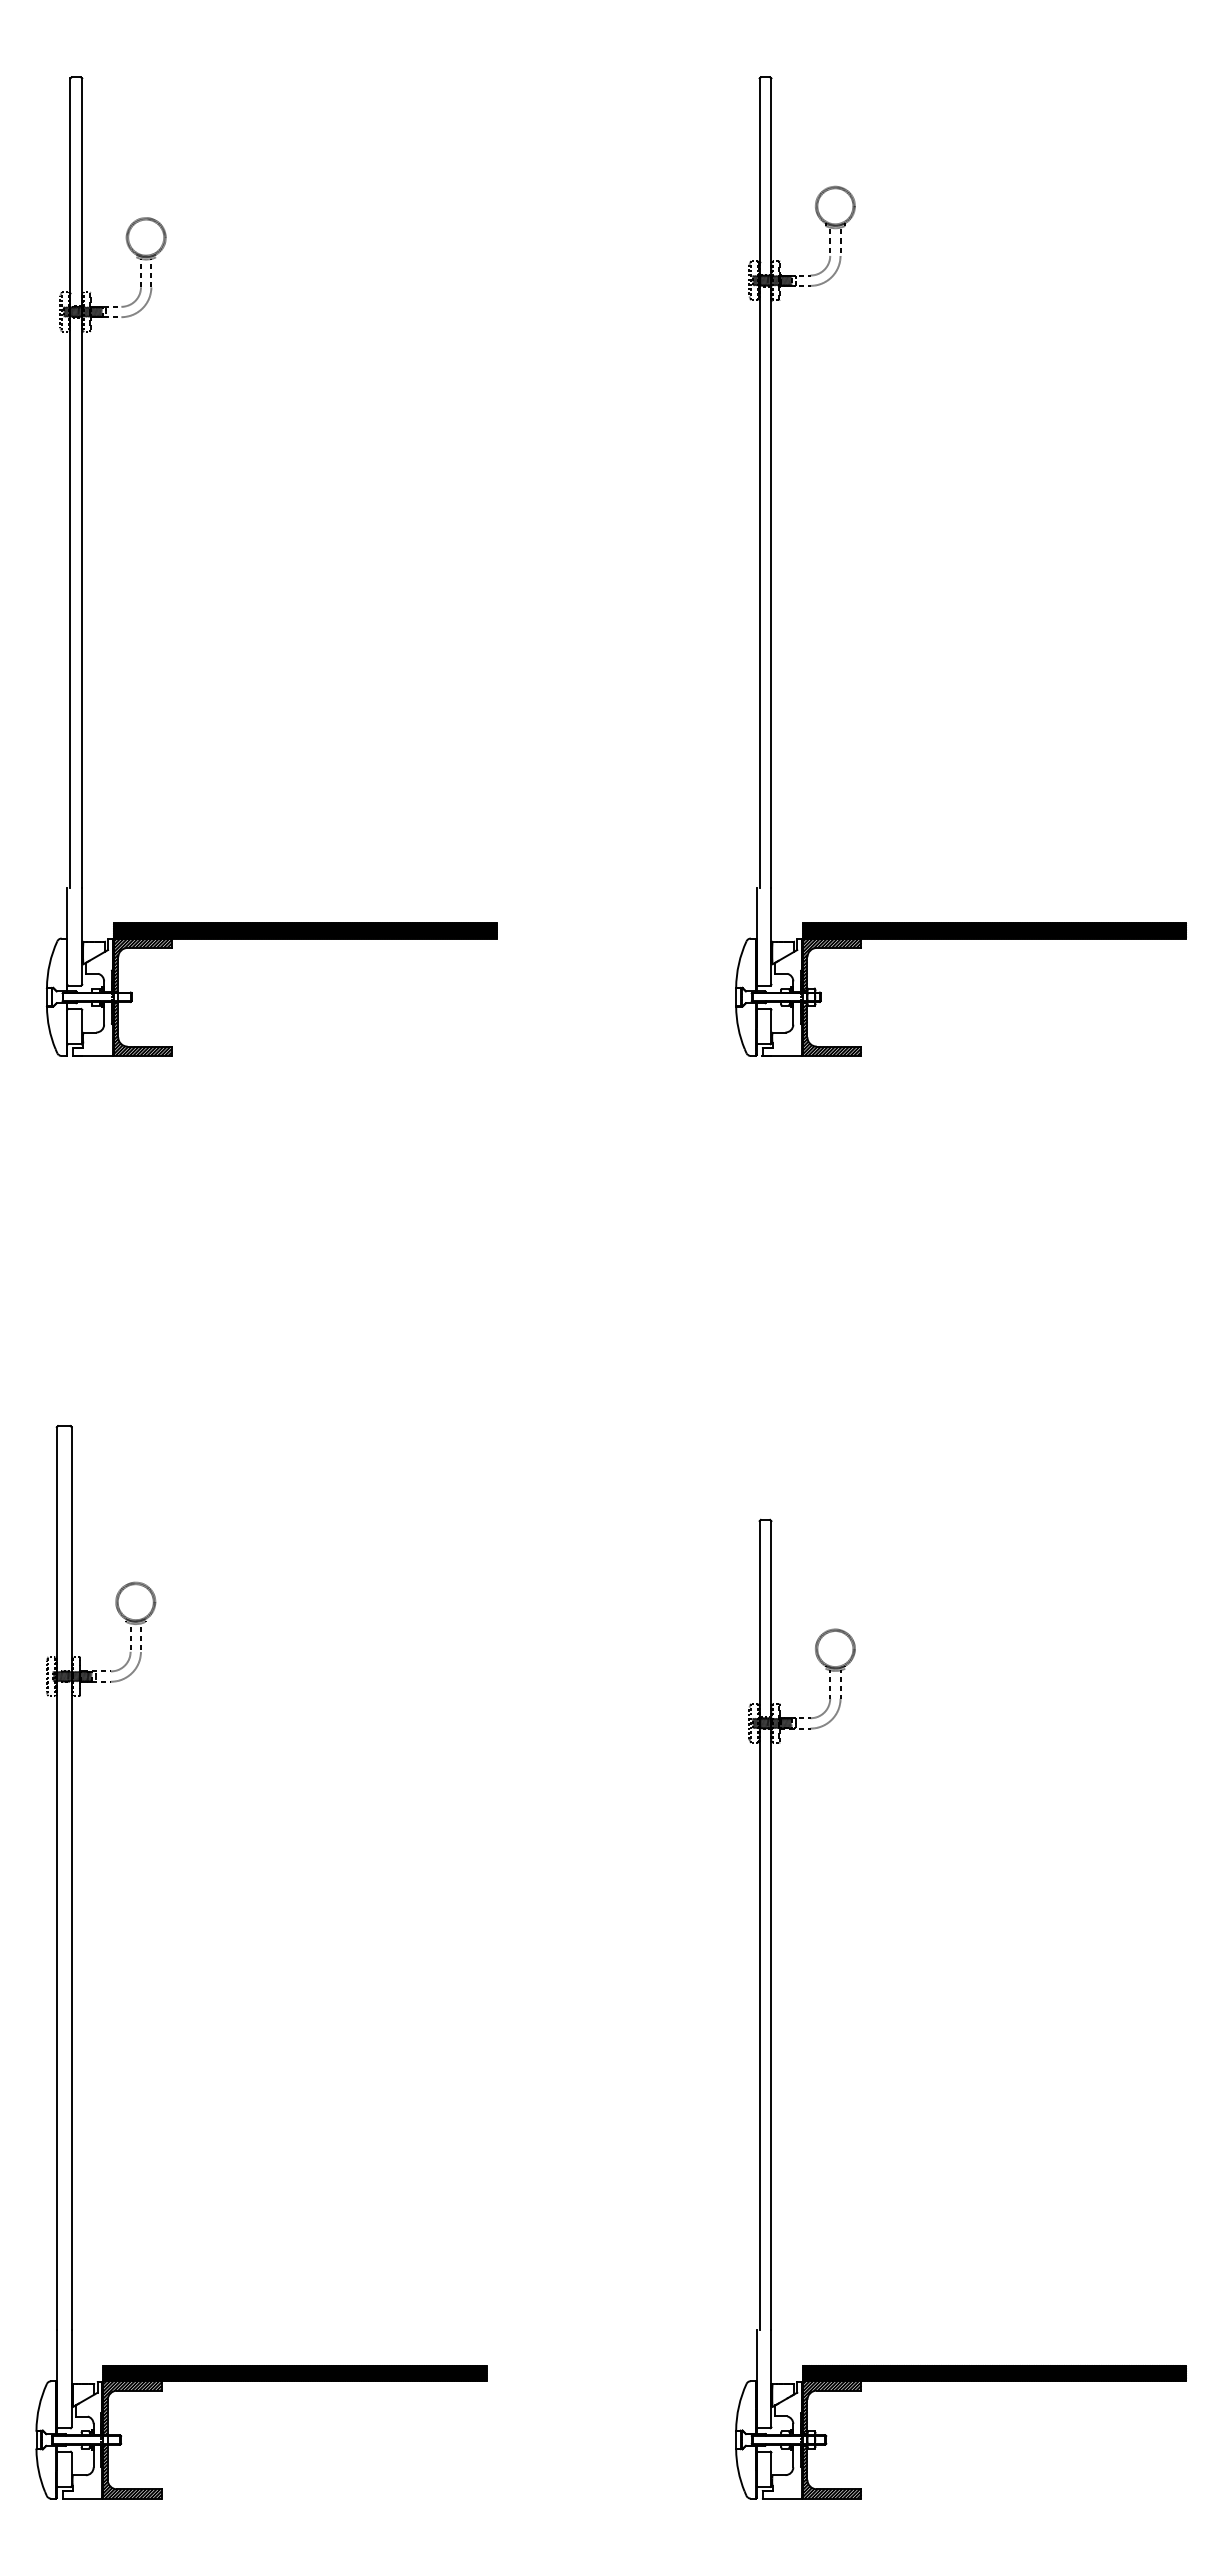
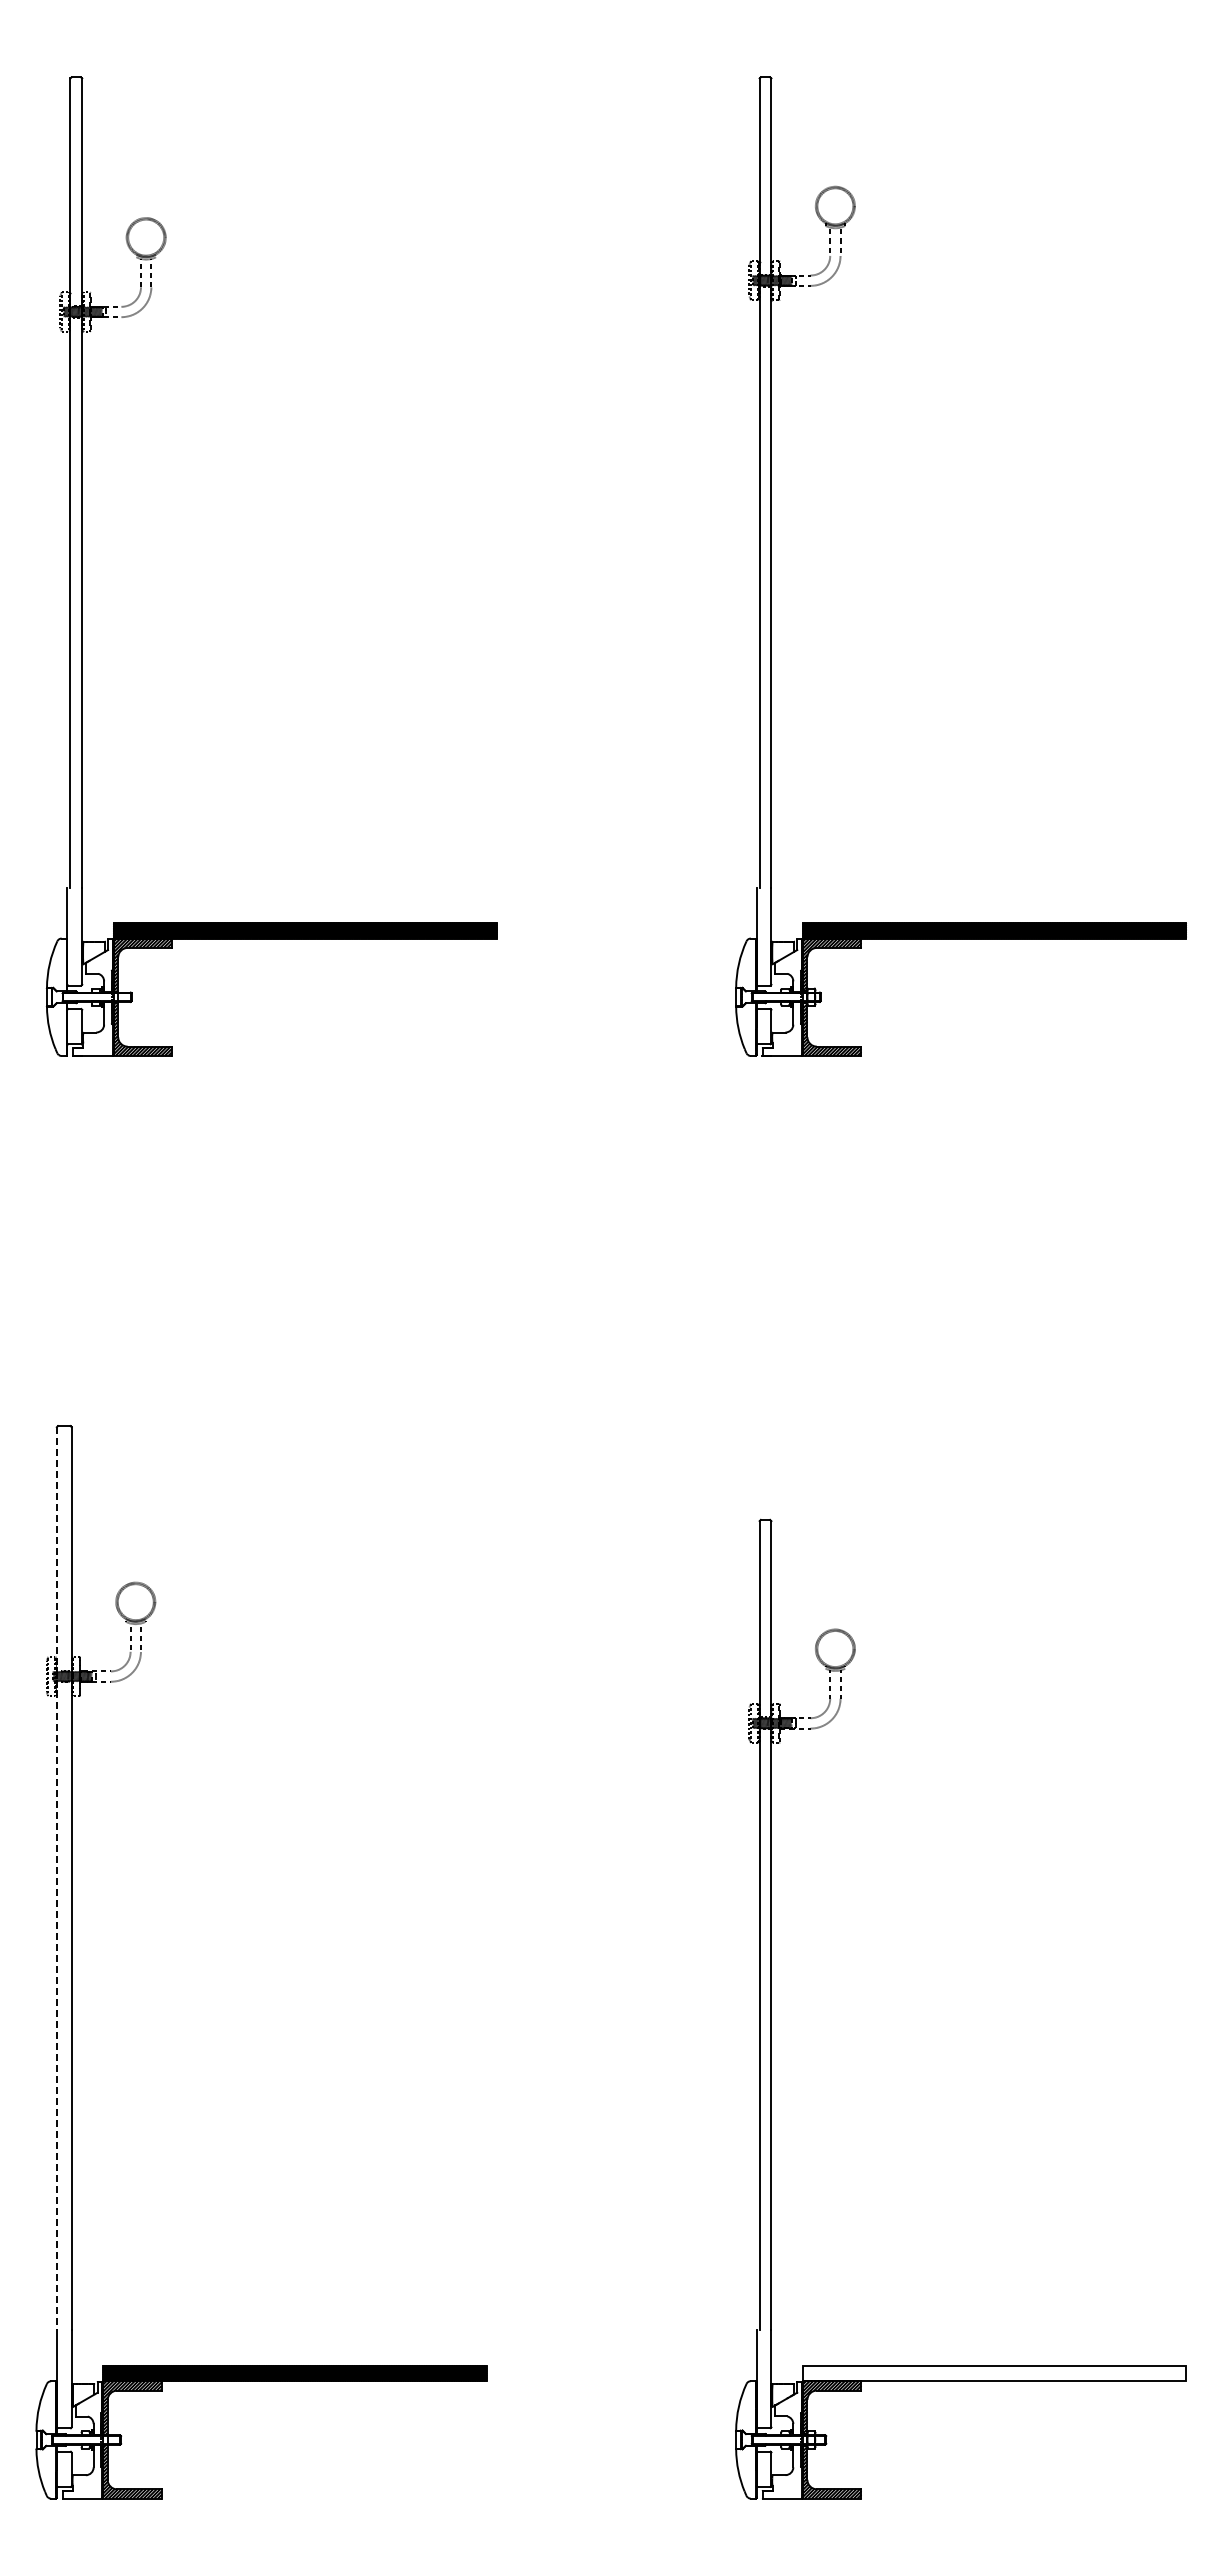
line at (56, 1878): solid -> dashed
hatch at (994, 2373): present -> none
